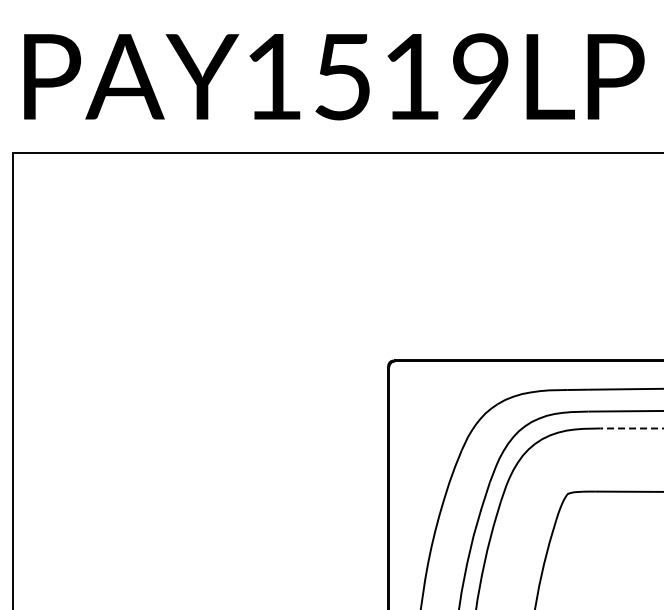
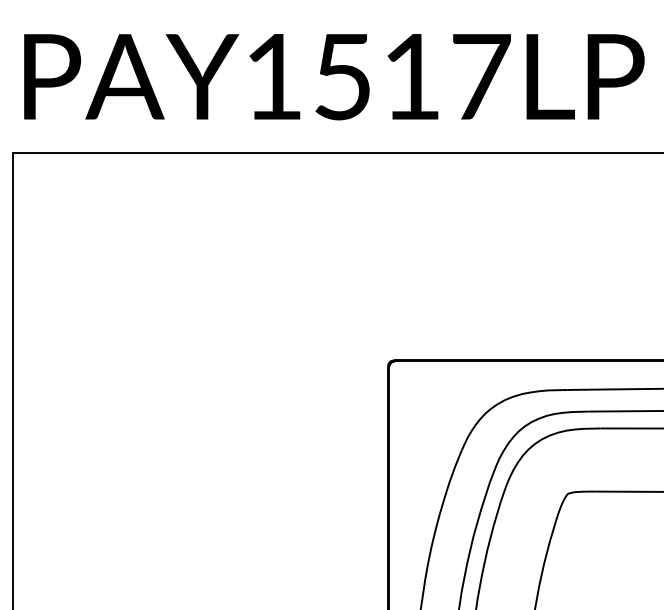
text at (481, 76): PAY1519LP -> PAY1517LP
line at (631, 428): dashed -> solid
